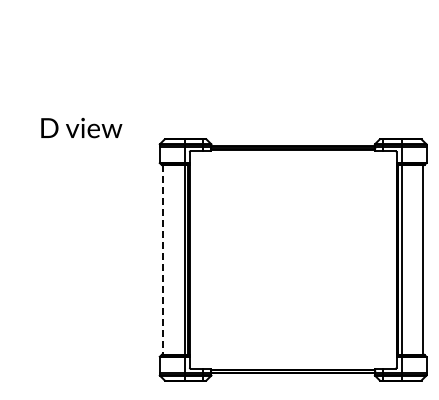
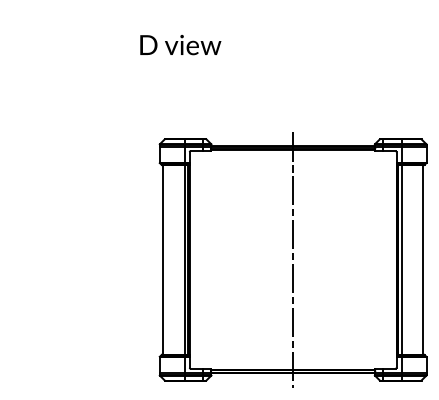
text at (81, 128) position: (81, 128) -> (180, 45)
line at (163, 259): dashed -> solid
line at (293, 259): none -> present
